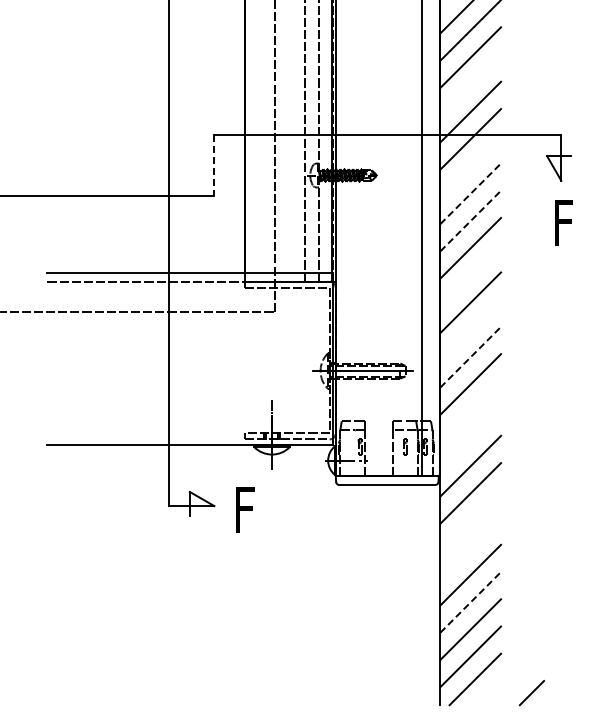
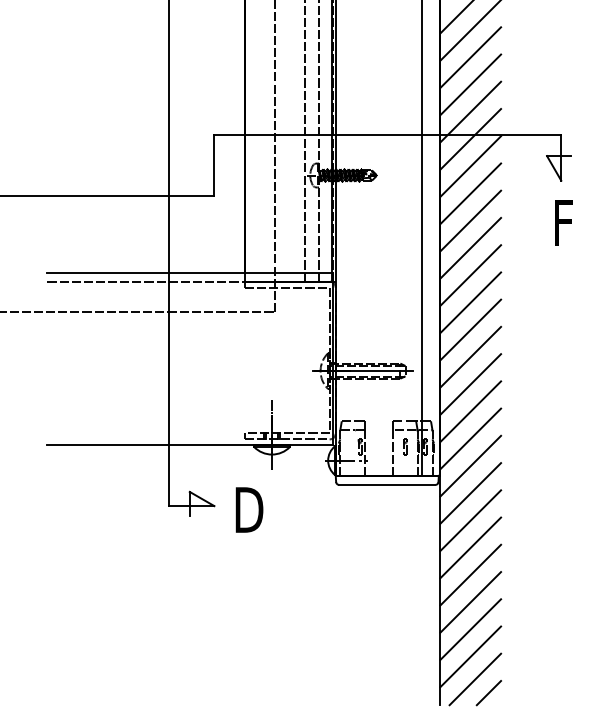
line at (470, 84): none -> present
line at (214, 166): dashed -> solid
line at (470, 166): none -> present
line at (470, 193): dashed -> solid
line at (470, 221): dashed -> solid
line at (470, 275): none -> present
line at (470, 329): none -> present
line at (470, 357): dashed -> solid
line at (470, 411): none -> present
line at (470, 438): none -> present
text at (249, 509): F -> D
line at (470, 520): none -> present
line at (470, 547): none -> present
line at (470, 602): dashed -> solid
line at (531, 693) position: (531, 693) -> (488, 693)
